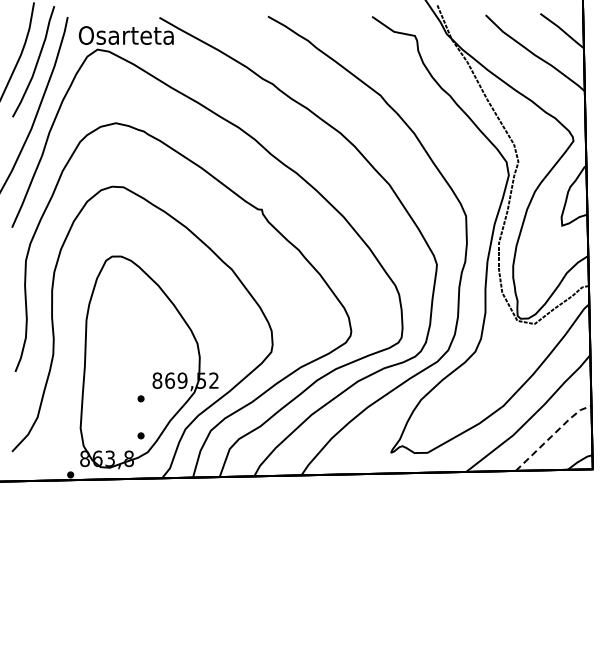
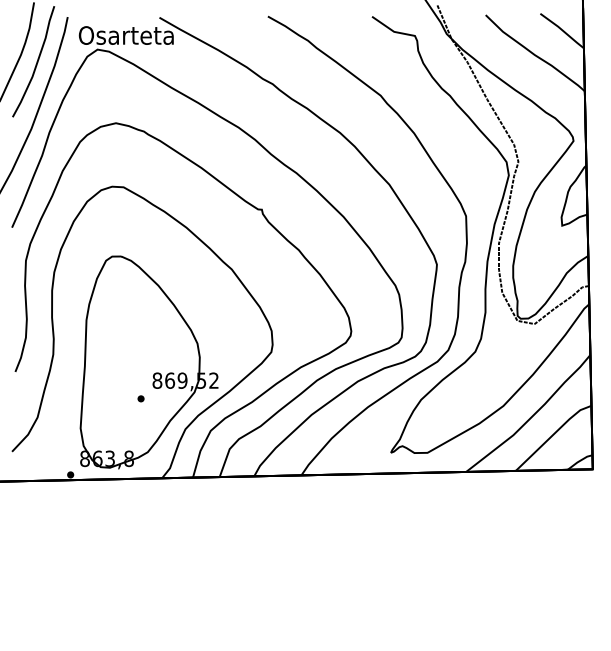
line at (553, 434): dashed -> solid
part at (140, 435): present -> none
